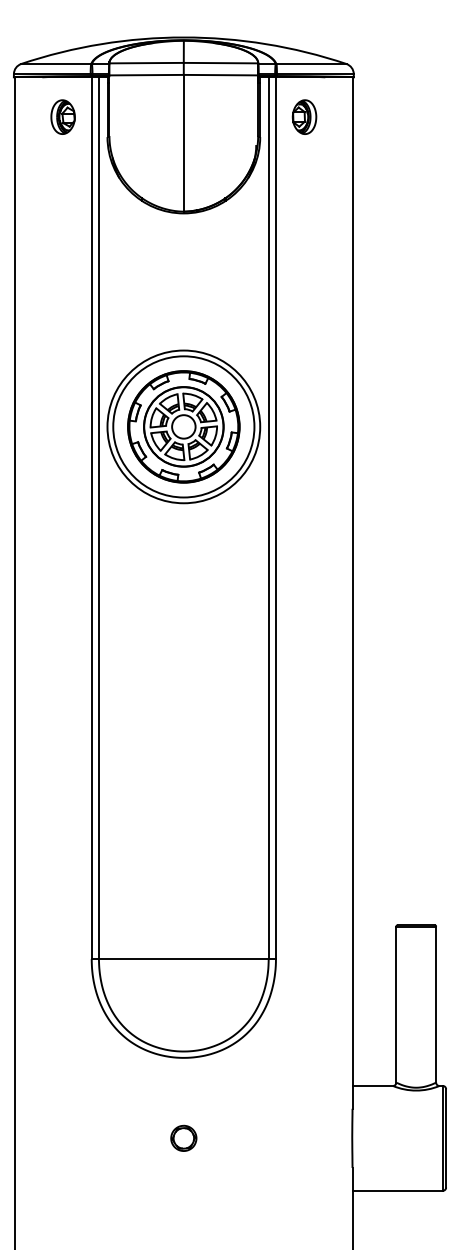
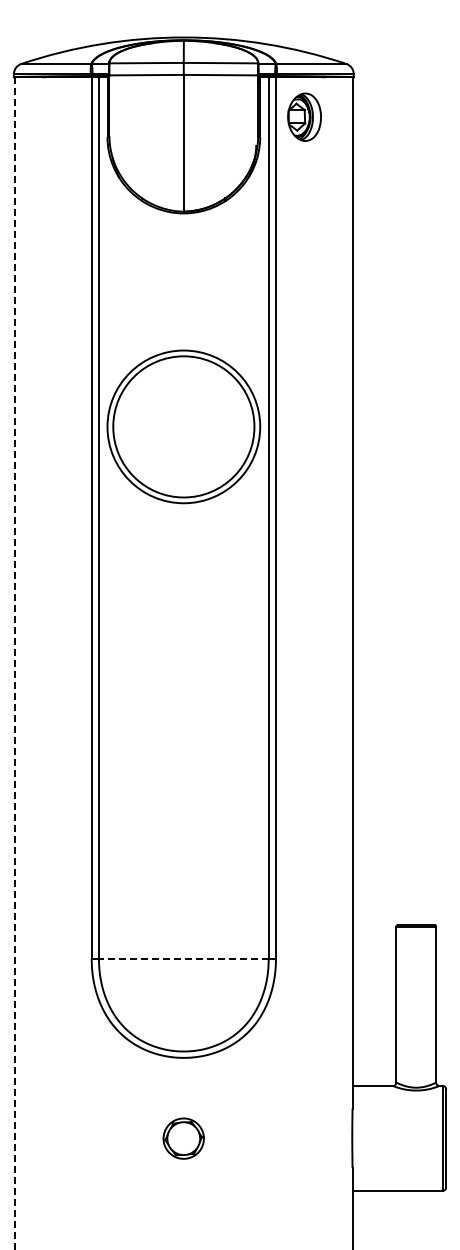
part at (62, 116): present -> none
part at (304, 116) size: 27x36 px -> 35x50 px
part at (183, 426): present -> none
line at (15, 663): solid -> dashed
line at (183, 959): solid -> dashed
part at (183, 1137) size: 28x28 px -> 43x43 px
